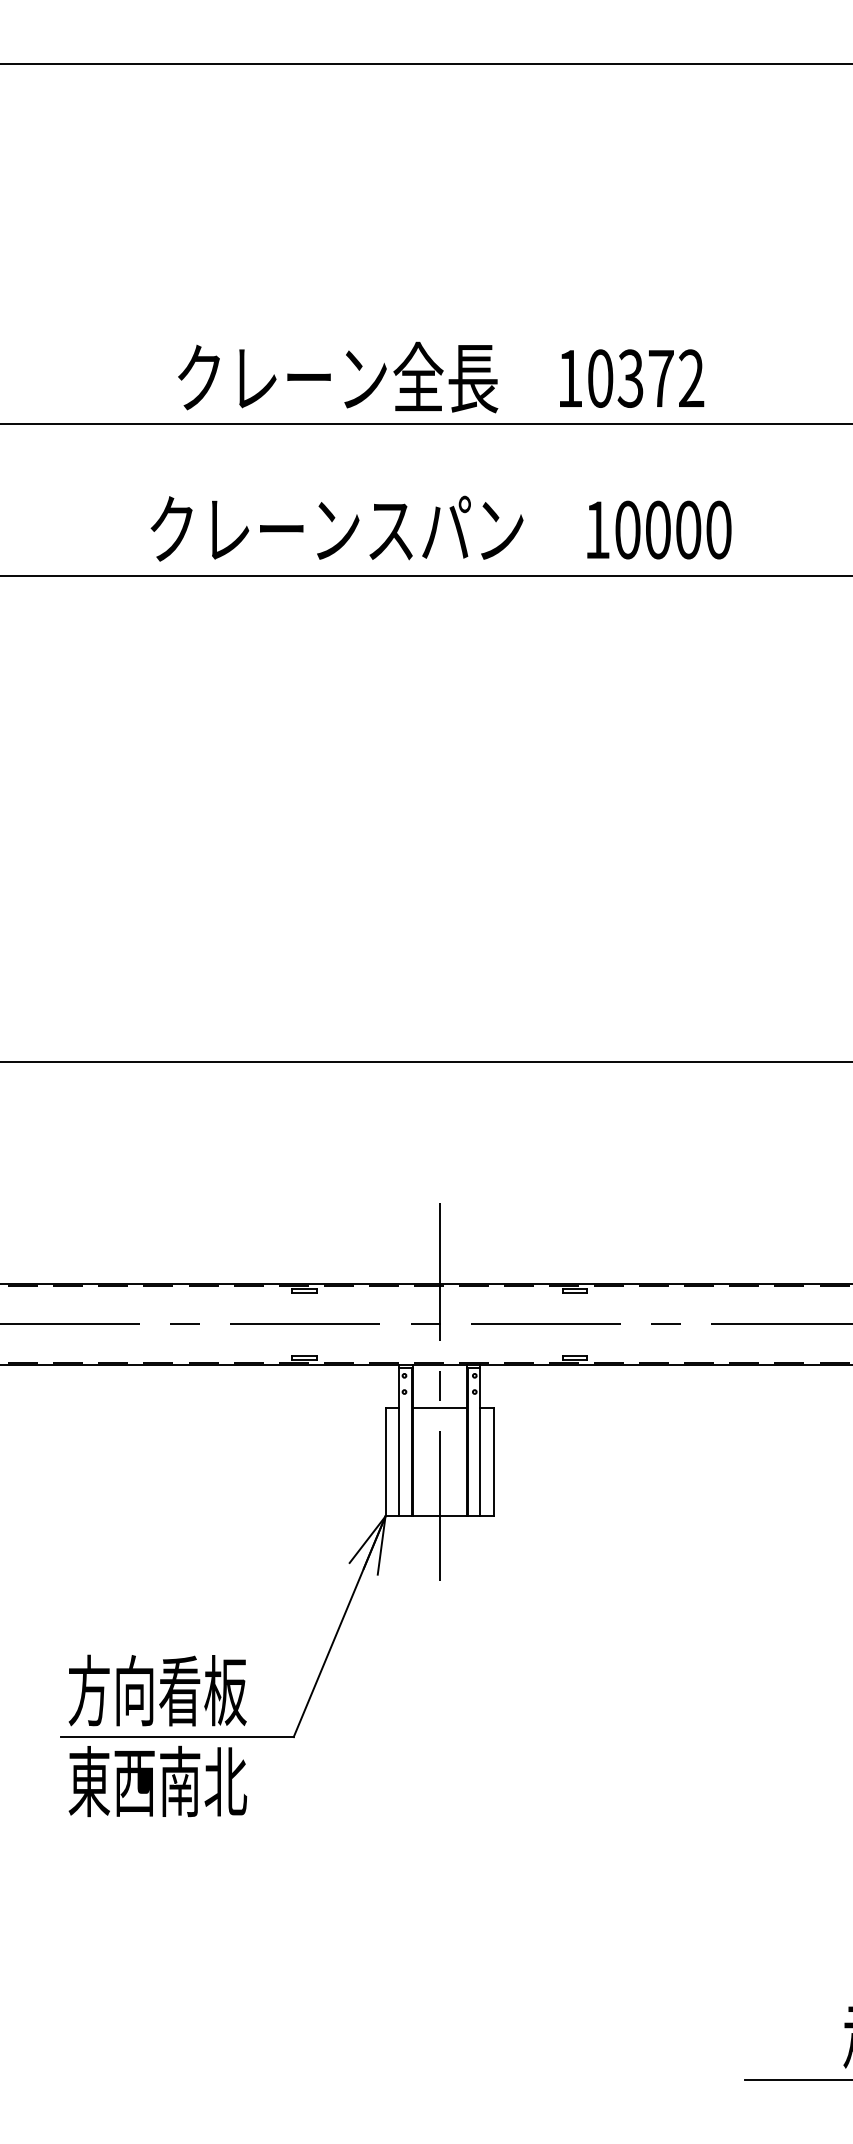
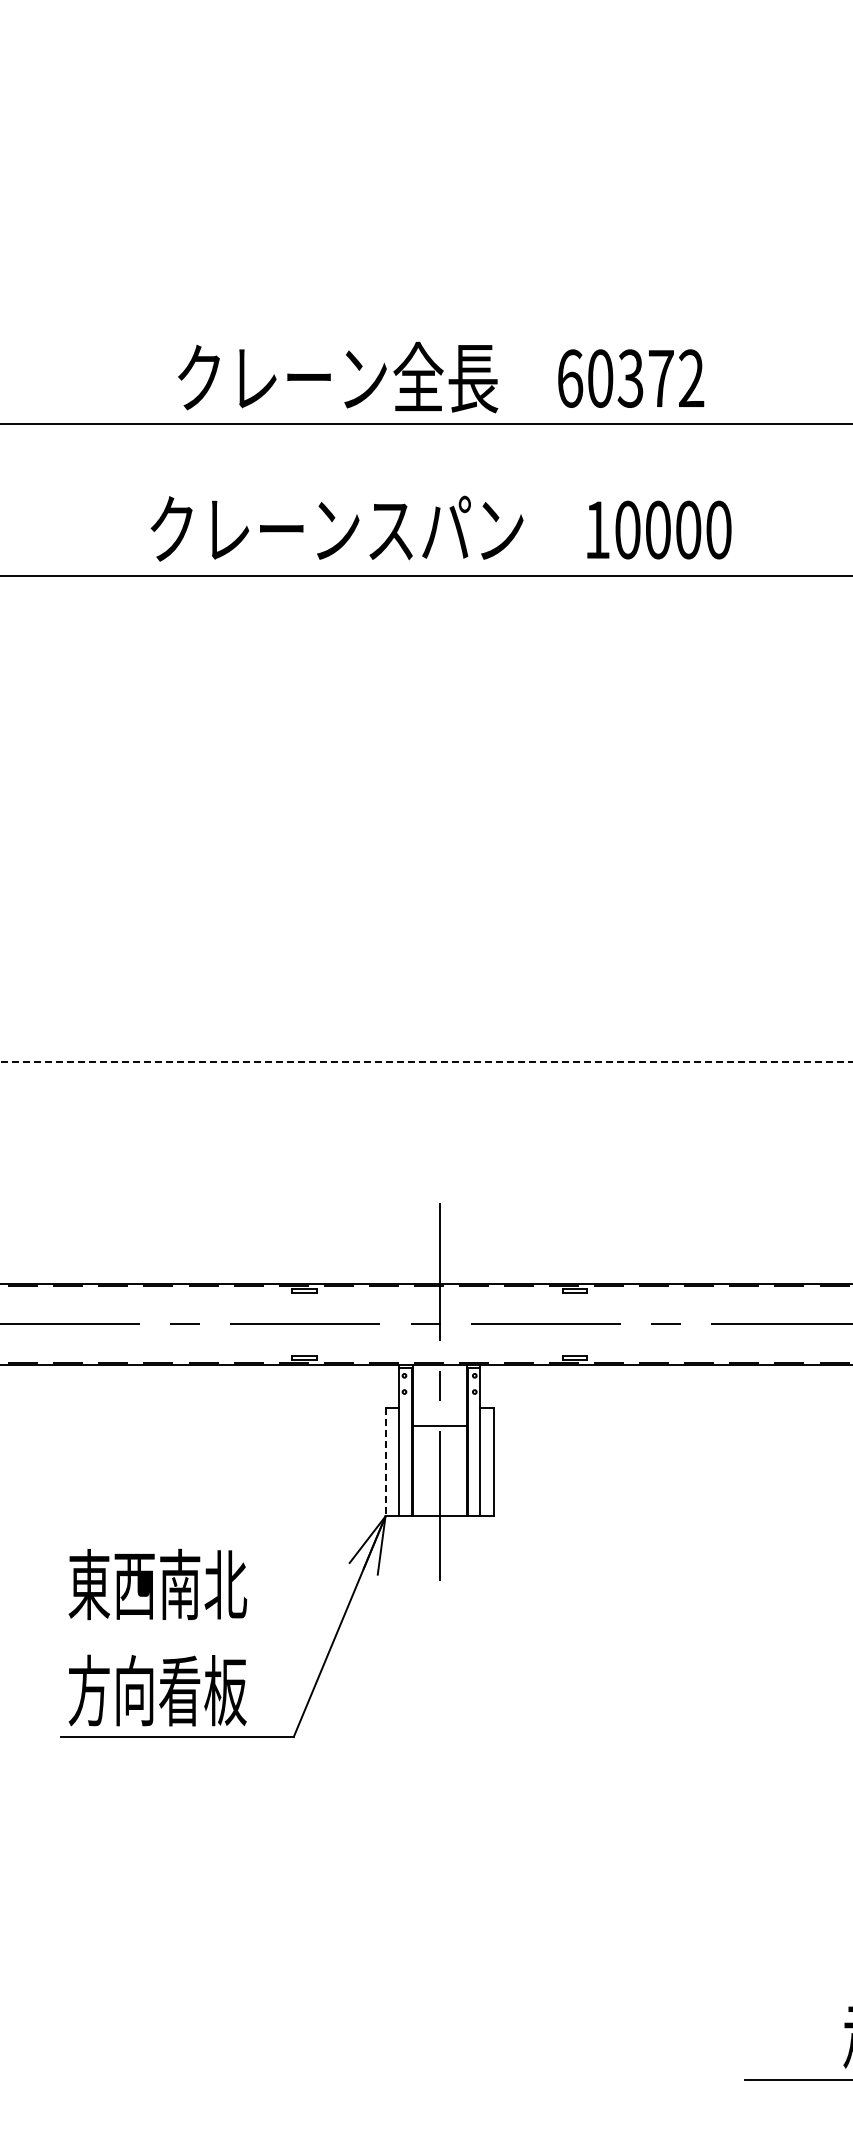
line at (425, 64): present -> none
text at (570, 378): 10372 -> 60372
line at (426, 1062): solid -> dashed
line at (439, 1408) position: (439, 1408) -> (439, 1426)
line at (385, 1462): solid -> dashed
text at (157, 1781) position: (157, 1781) -> (157, 1584)
